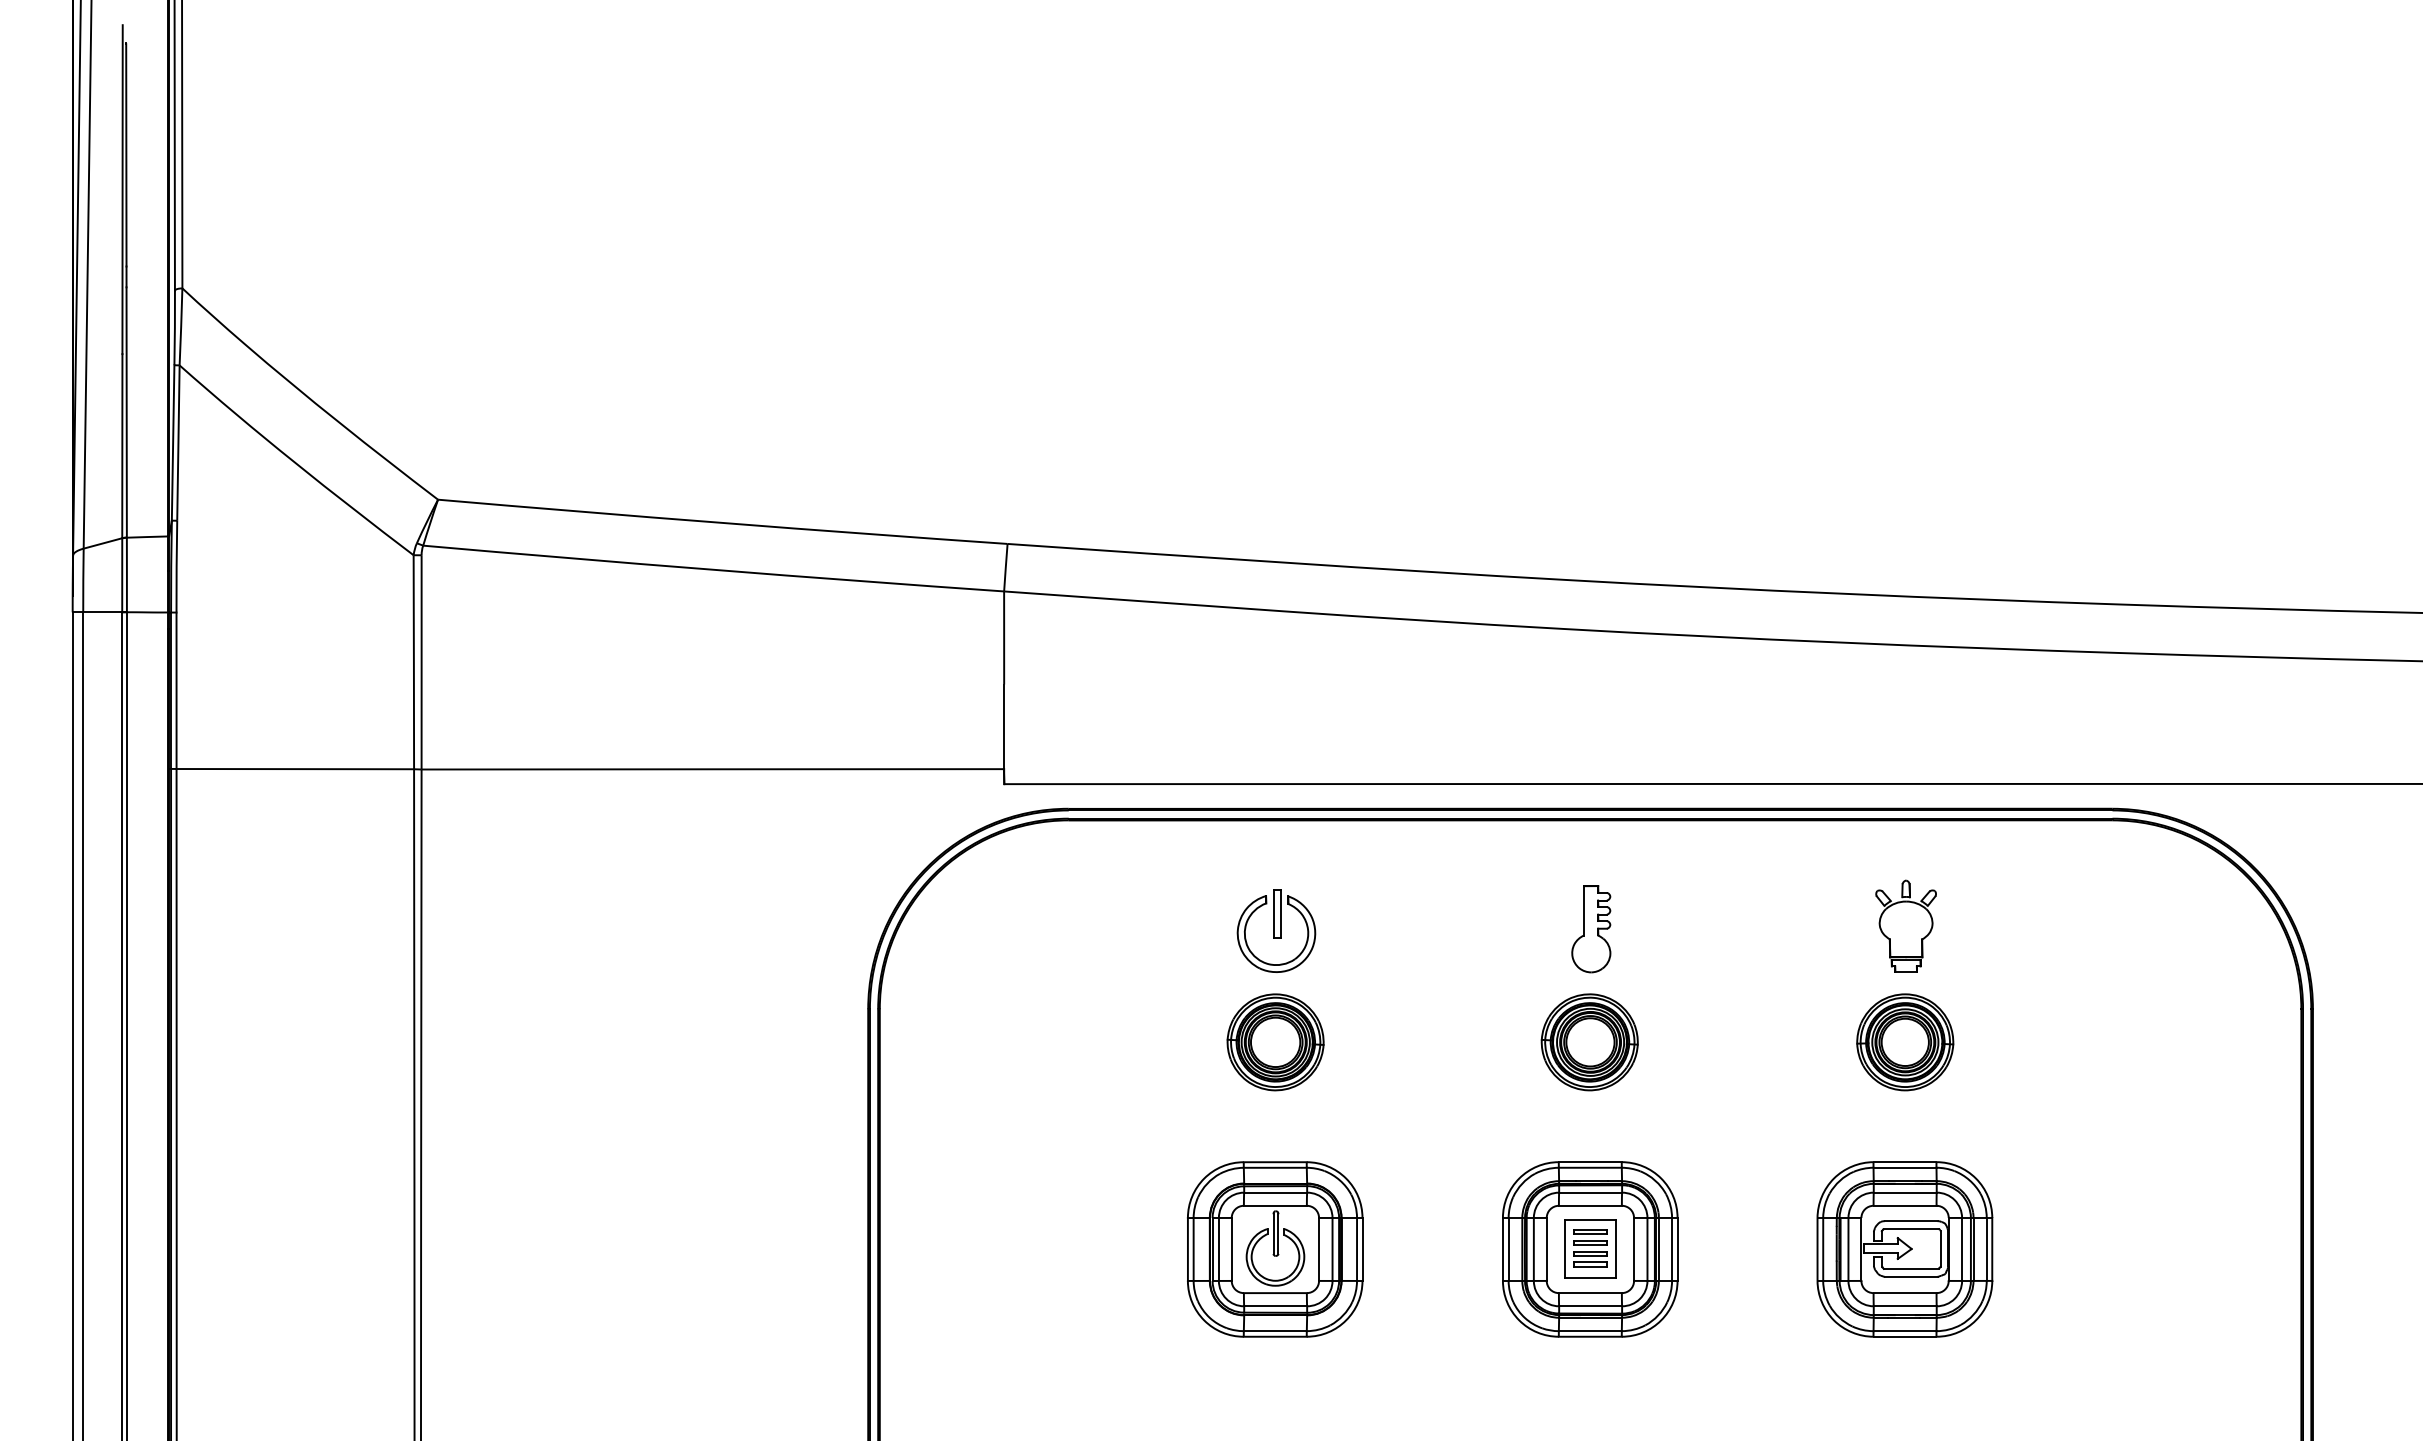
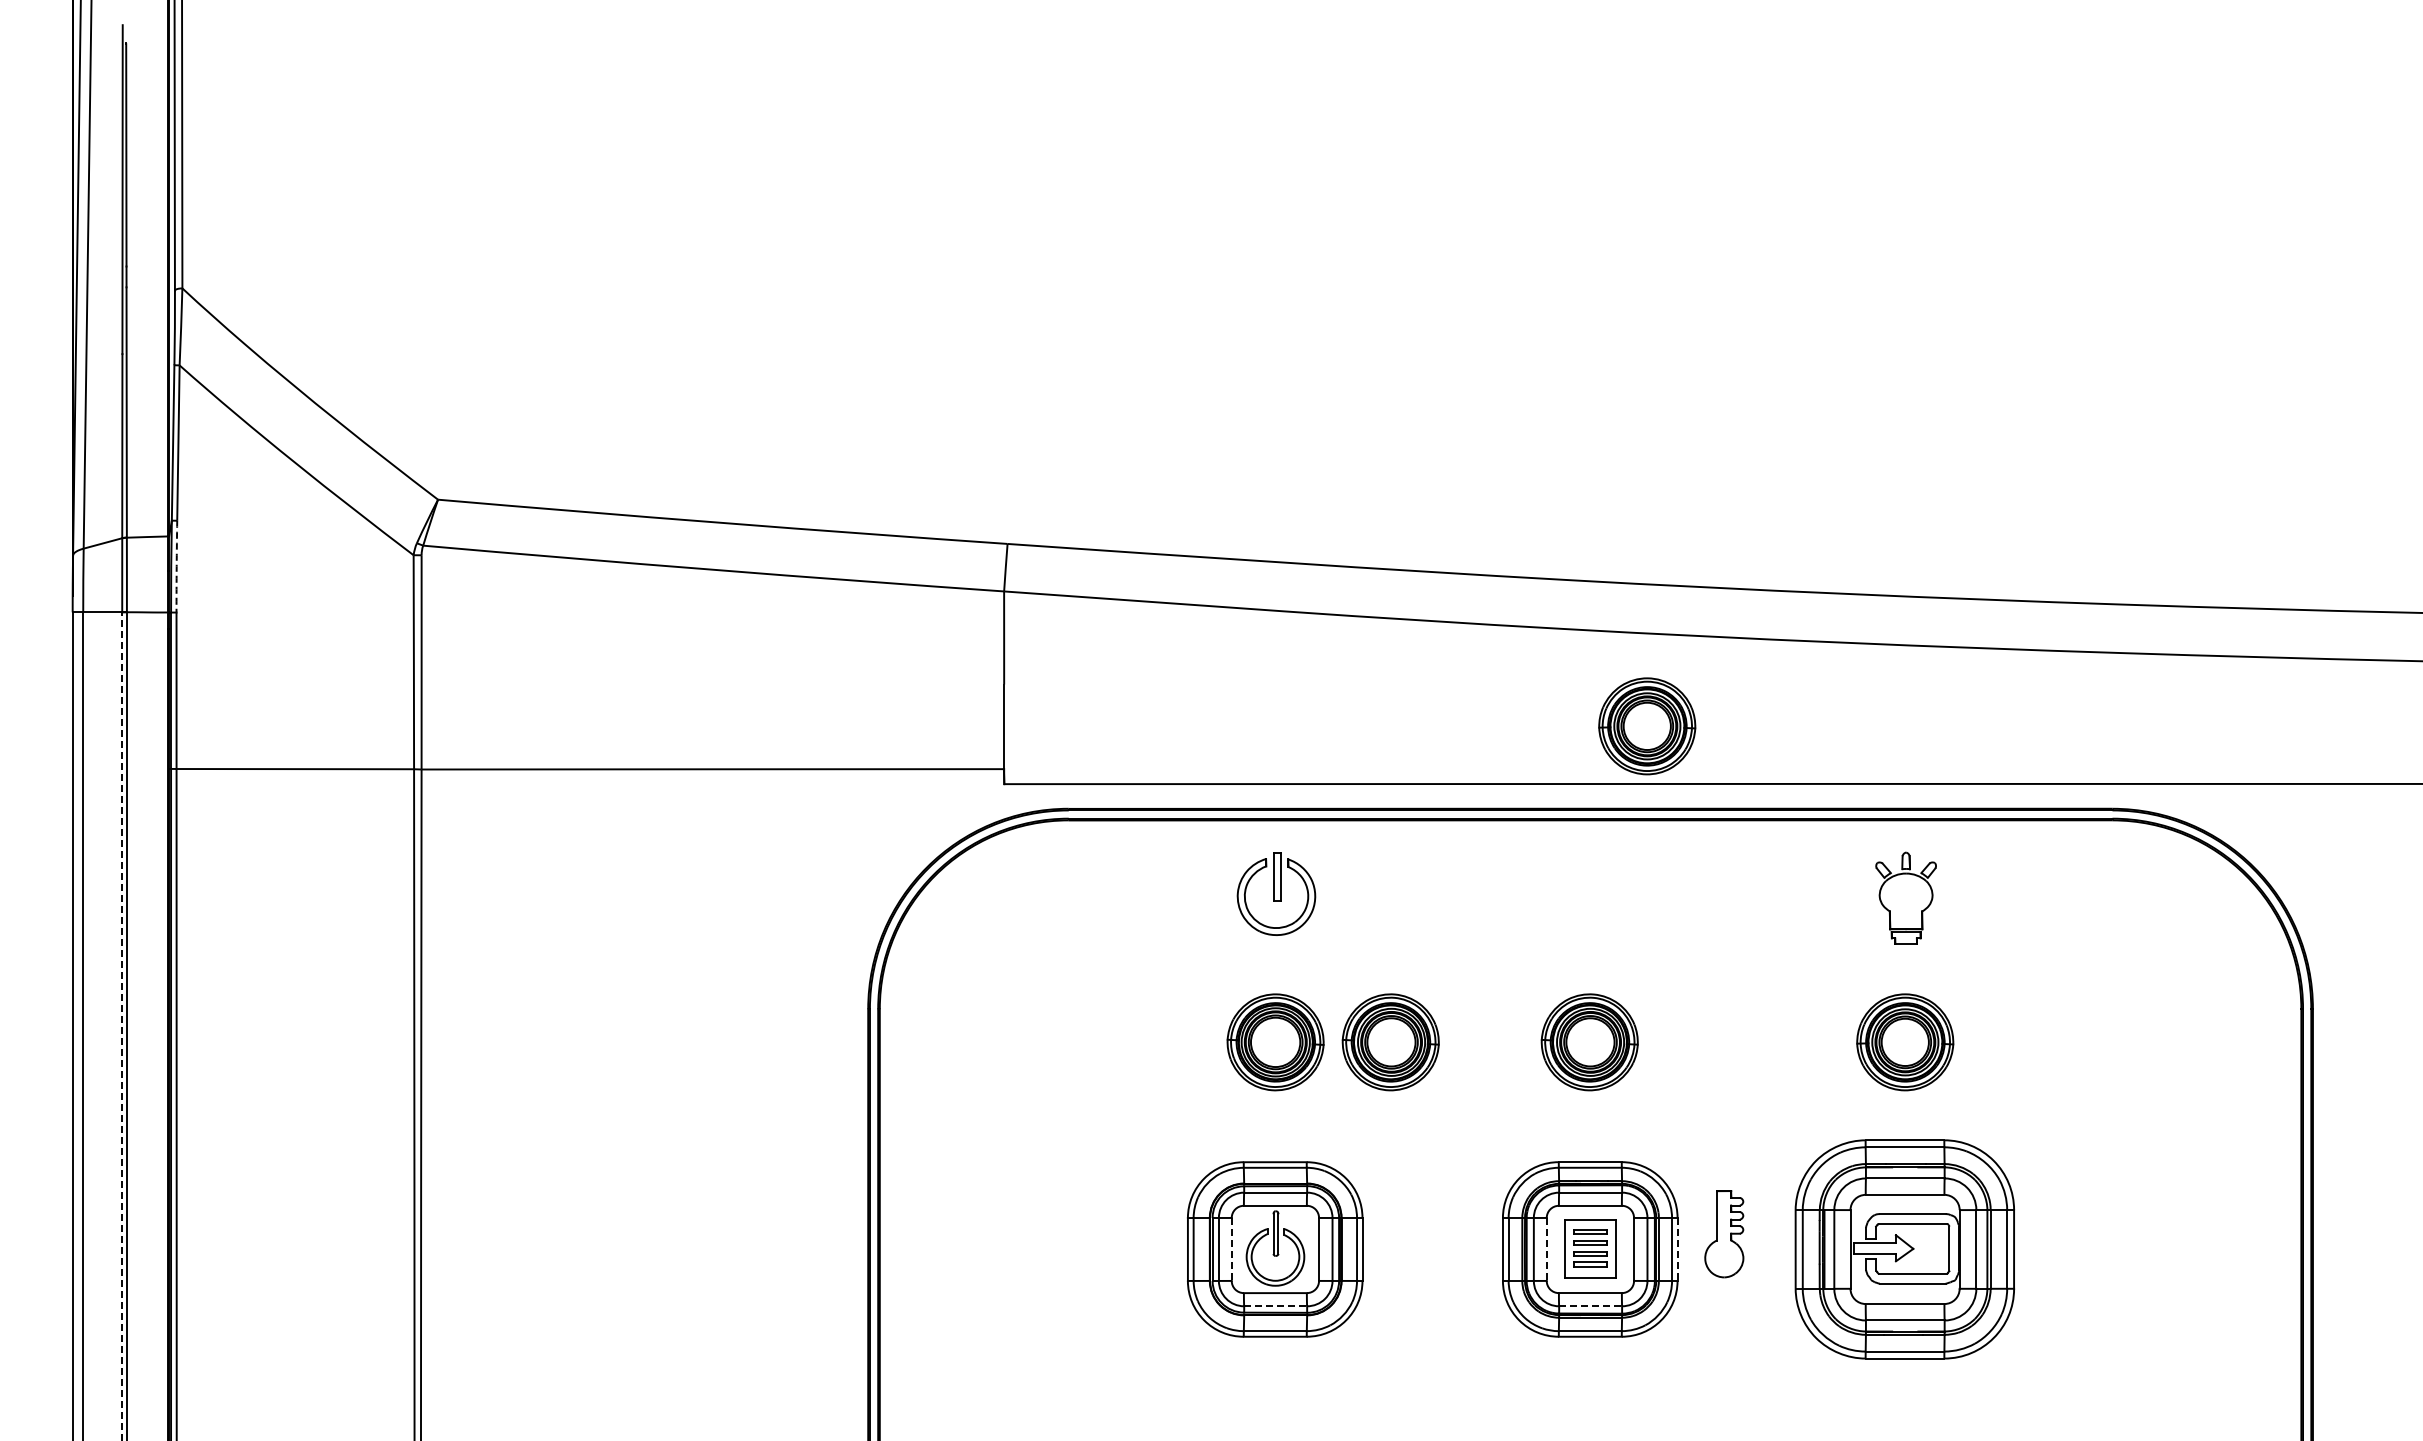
arc at (176, 566): solid -> dashed
part at (1647, 726): none -> present
part at (1905, 925) position: (1905, 925) -> (1905, 897)
part at (1591, 929) position: (1591, 929) -> (1724, 1234)
part at (1276, 930) position: (1276, 930) -> (1276, 893)
line at (122, 1026): solid -> dashed
part at (1390, 1042): none -> present
line at (1231, 1249): solid -> dashed
line at (1546, 1249): solid -> dashed
line at (1677, 1249): solid -> dashed
part at (1904, 1249) size: 178x177 px -> 222x221 px
line at (1276, 1306): solid -> dashed
line at (1591, 1306): solid -> dashed
